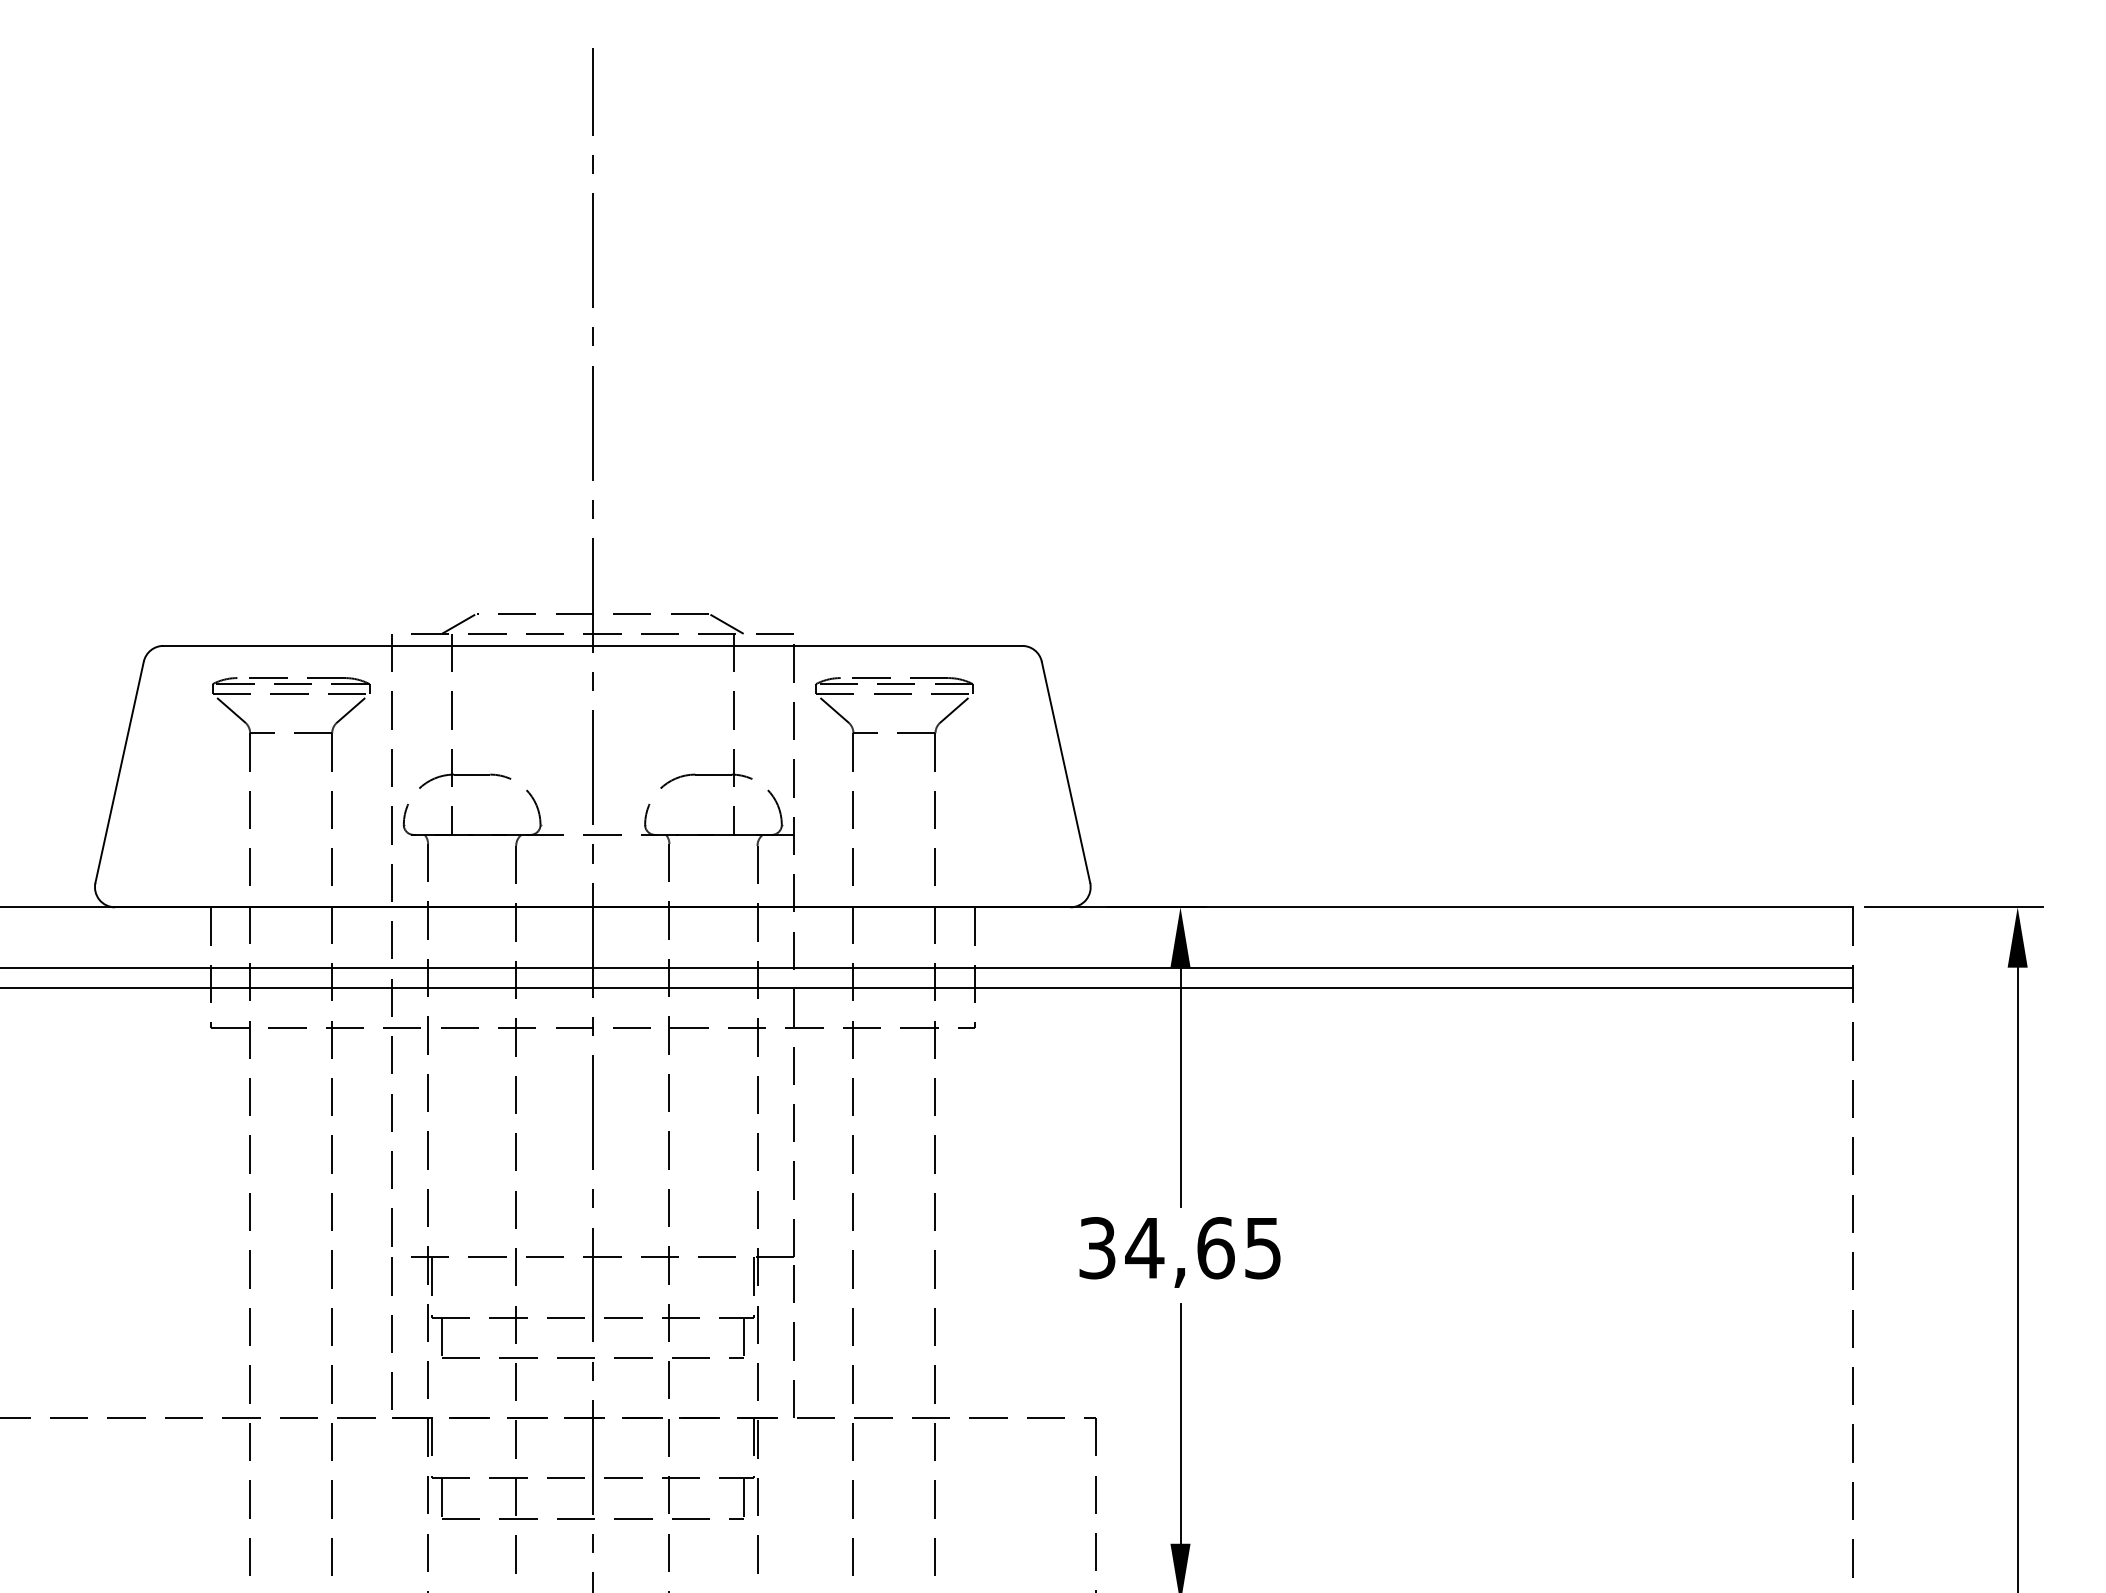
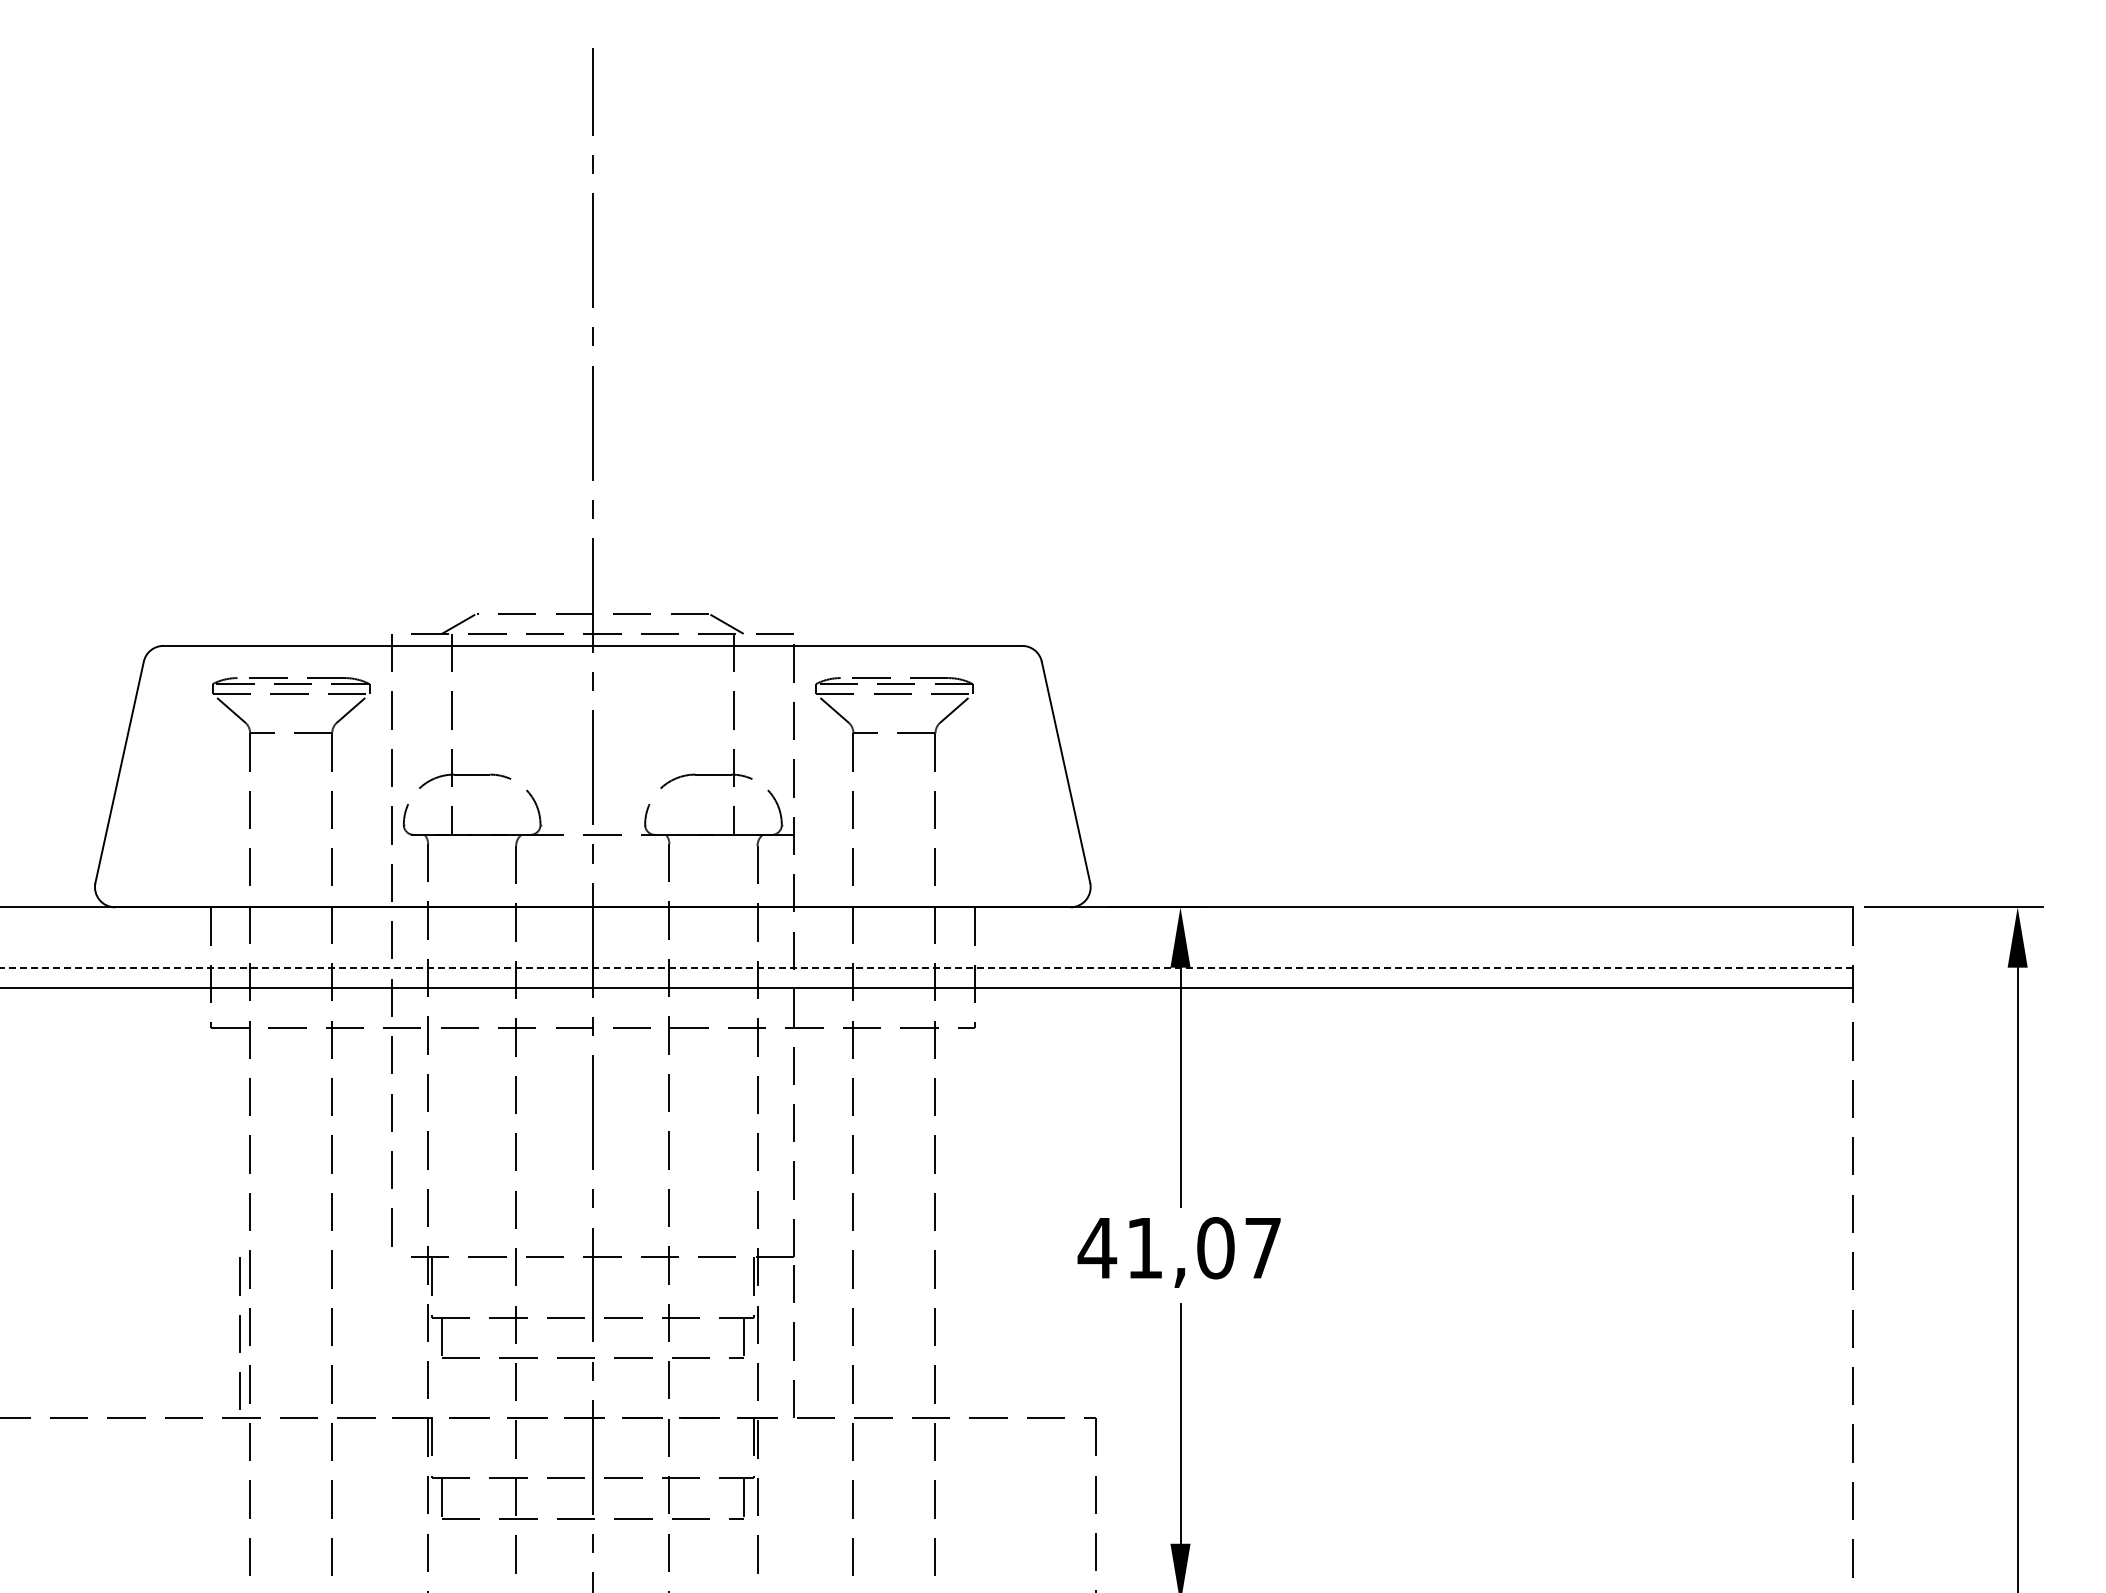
line at (926, 967): solid -> dashed
text at (1178, 1248): 34,65 -> 41,07
line at (391, 1333) position: (391, 1333) -> (239, 1333)
